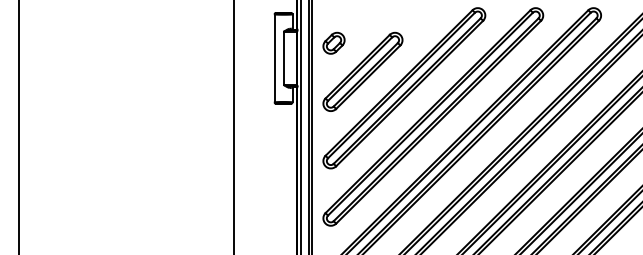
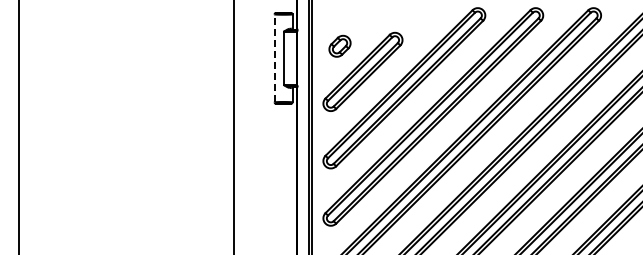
part at (333, 42) position: (333, 42) -> (339, 45)
line at (274, 58): solid -> dashed
line at (300, 126): present -> none
